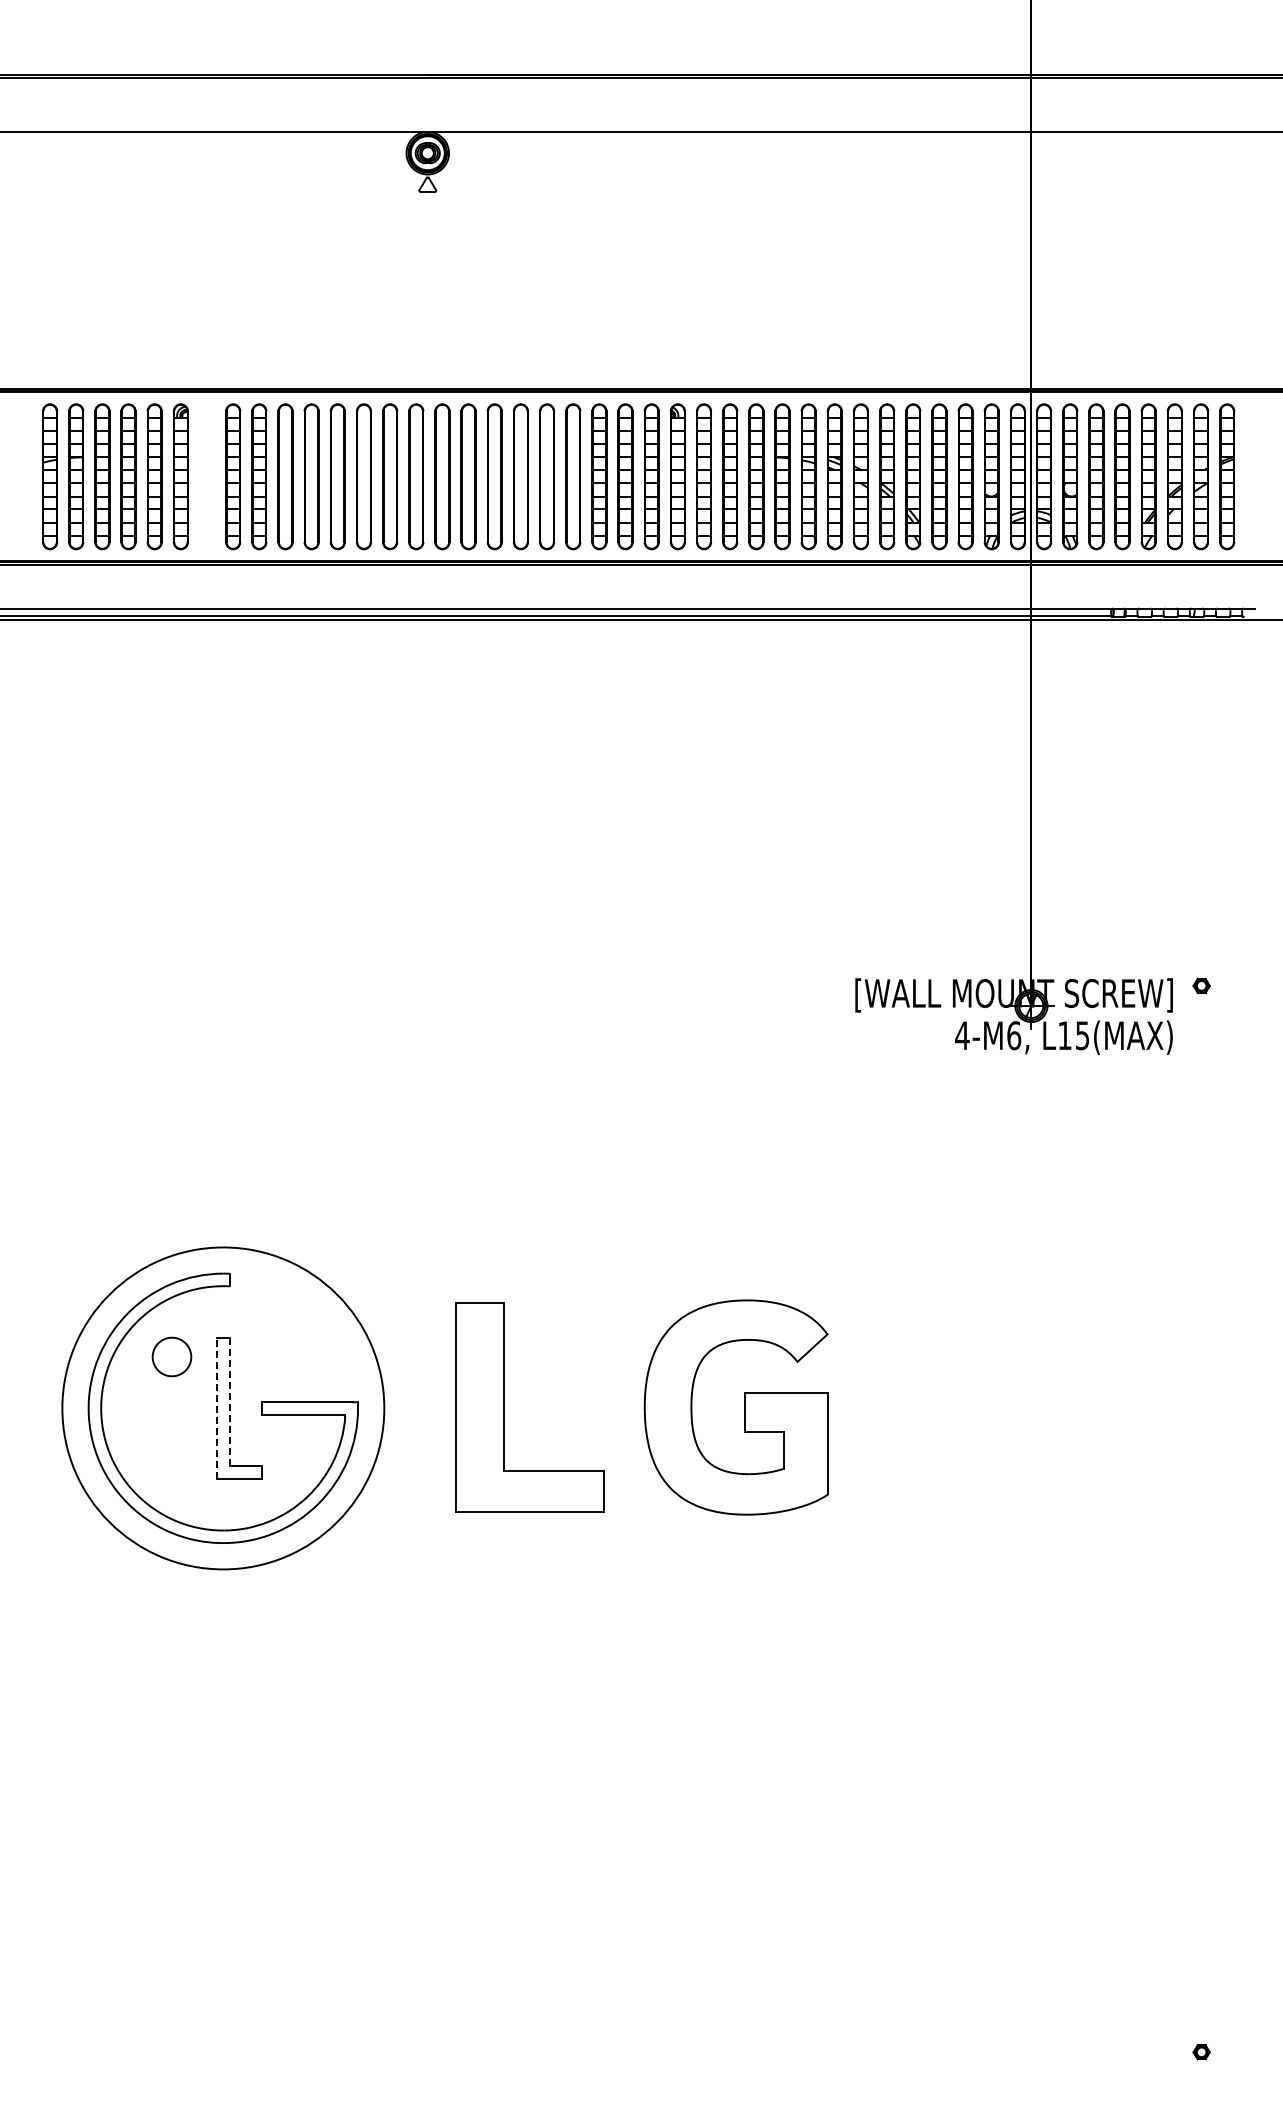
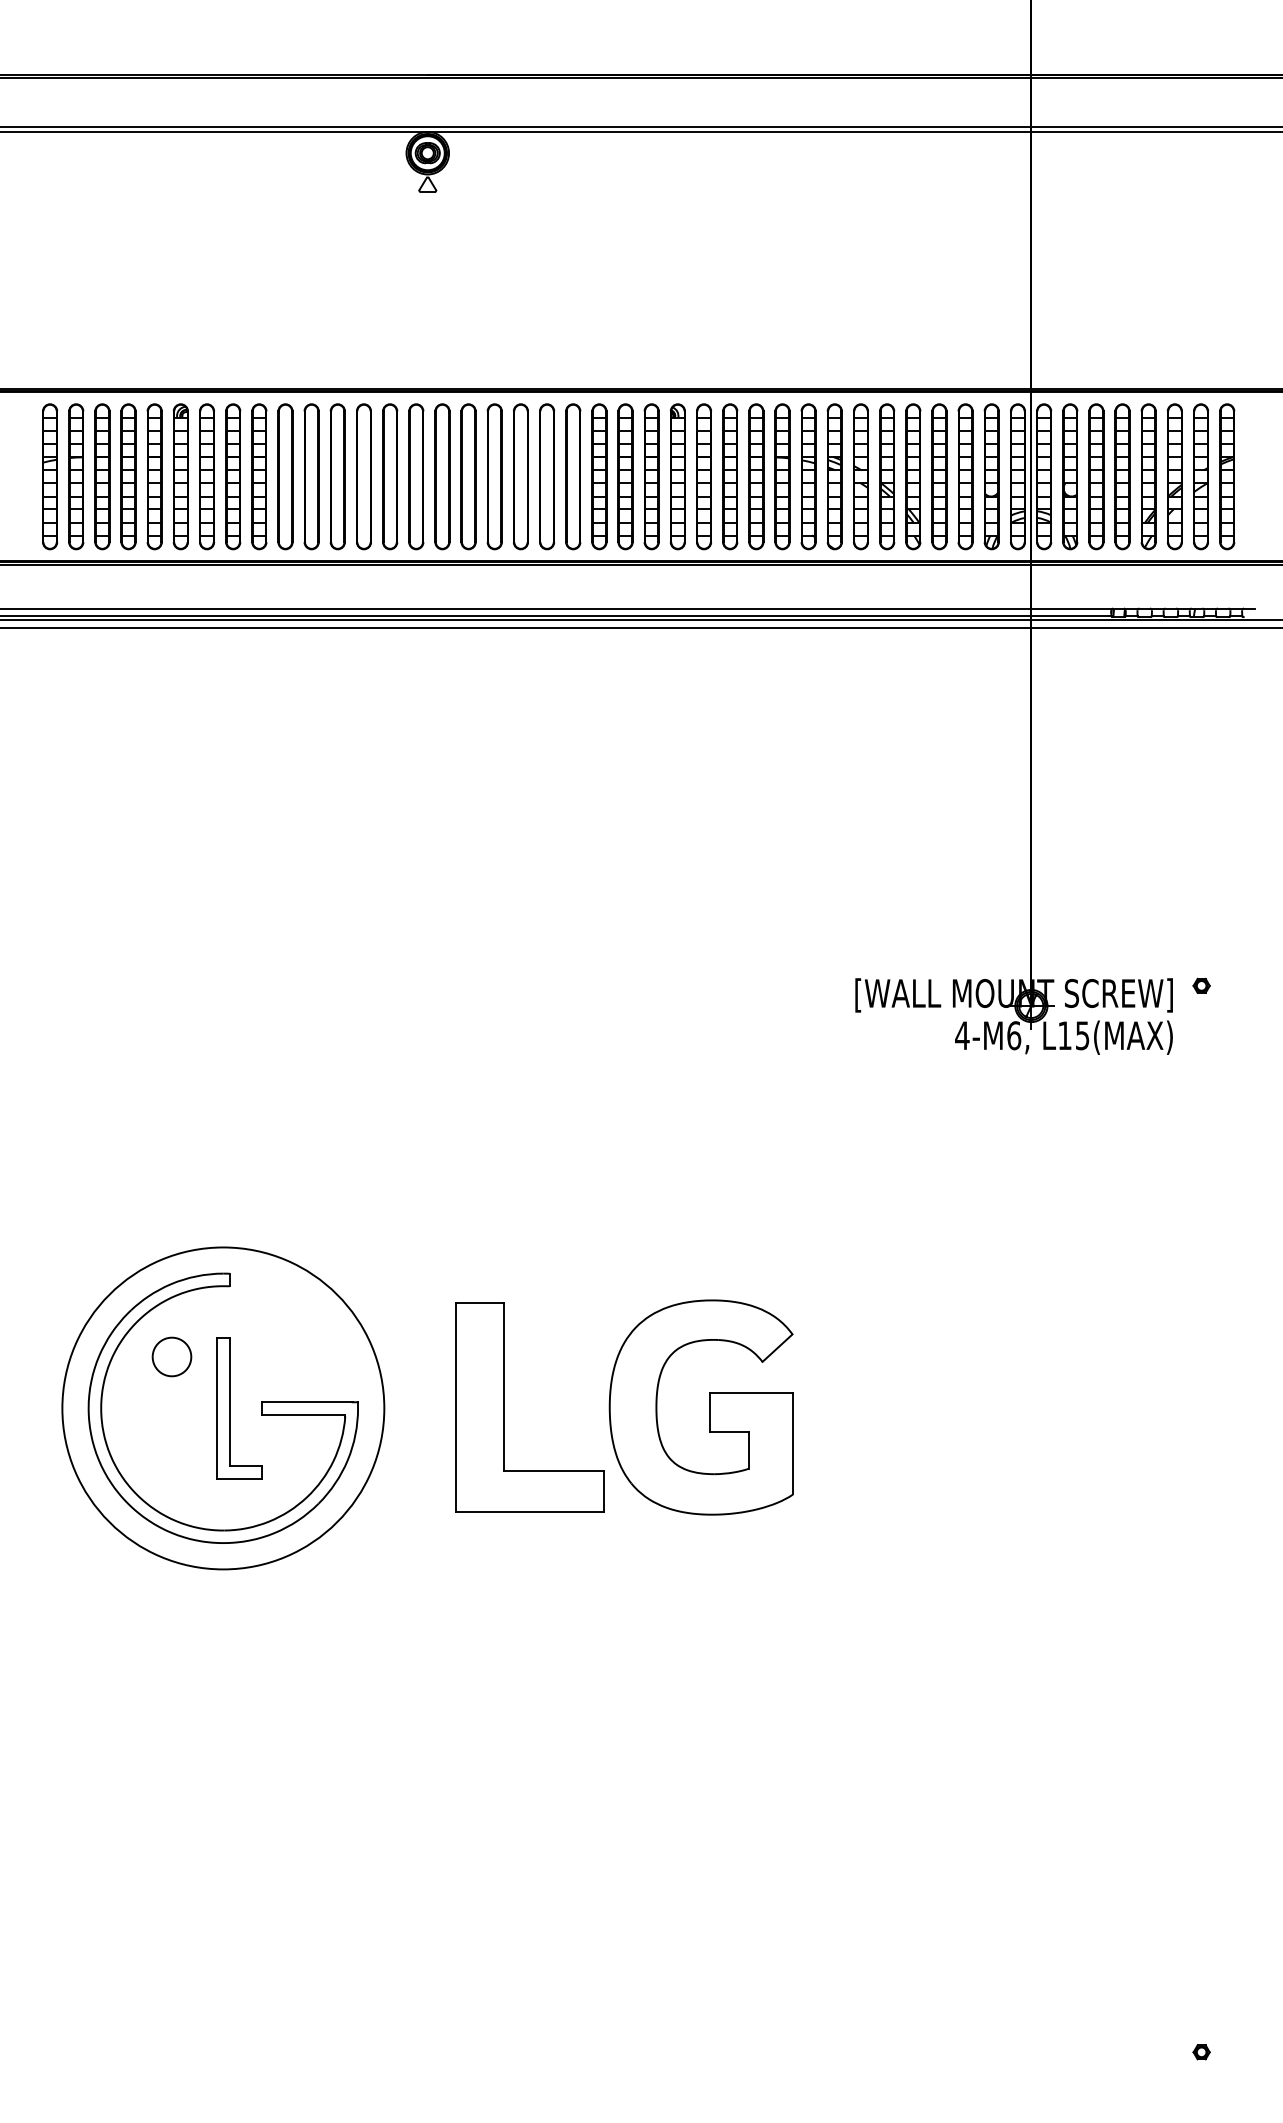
line at (640, 127): none -> present
part at (206, 476): none -> present
line at (640, 628): none -> present
line at (229, 1402): dashed -> solid
part at (744, 1407) position: (744, 1407) -> (709, 1407)
line at (216, 1408): dashed -> solid
